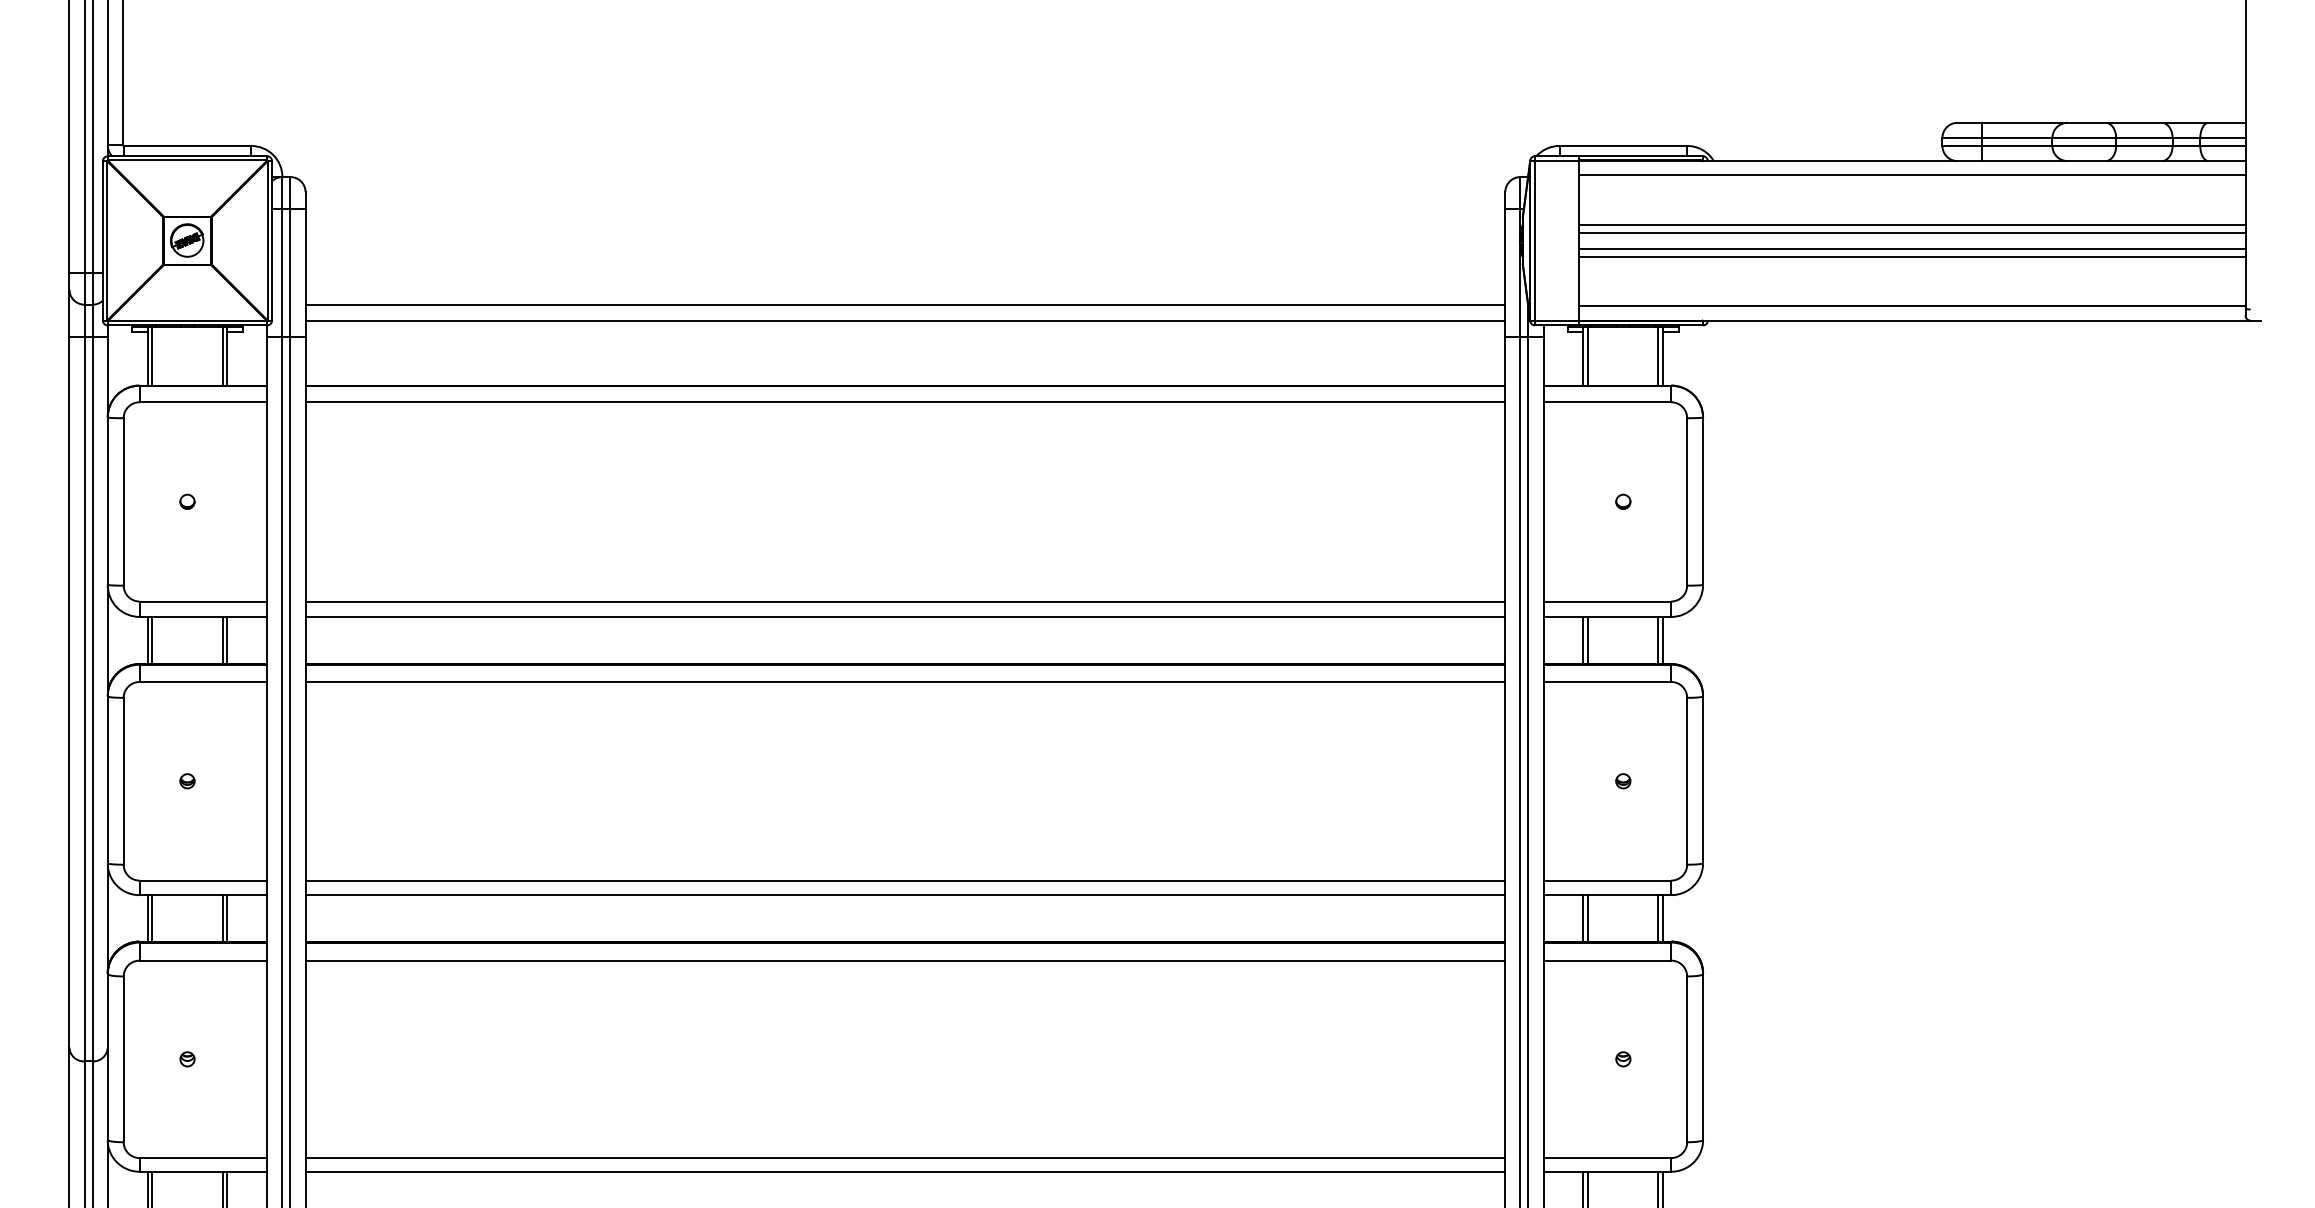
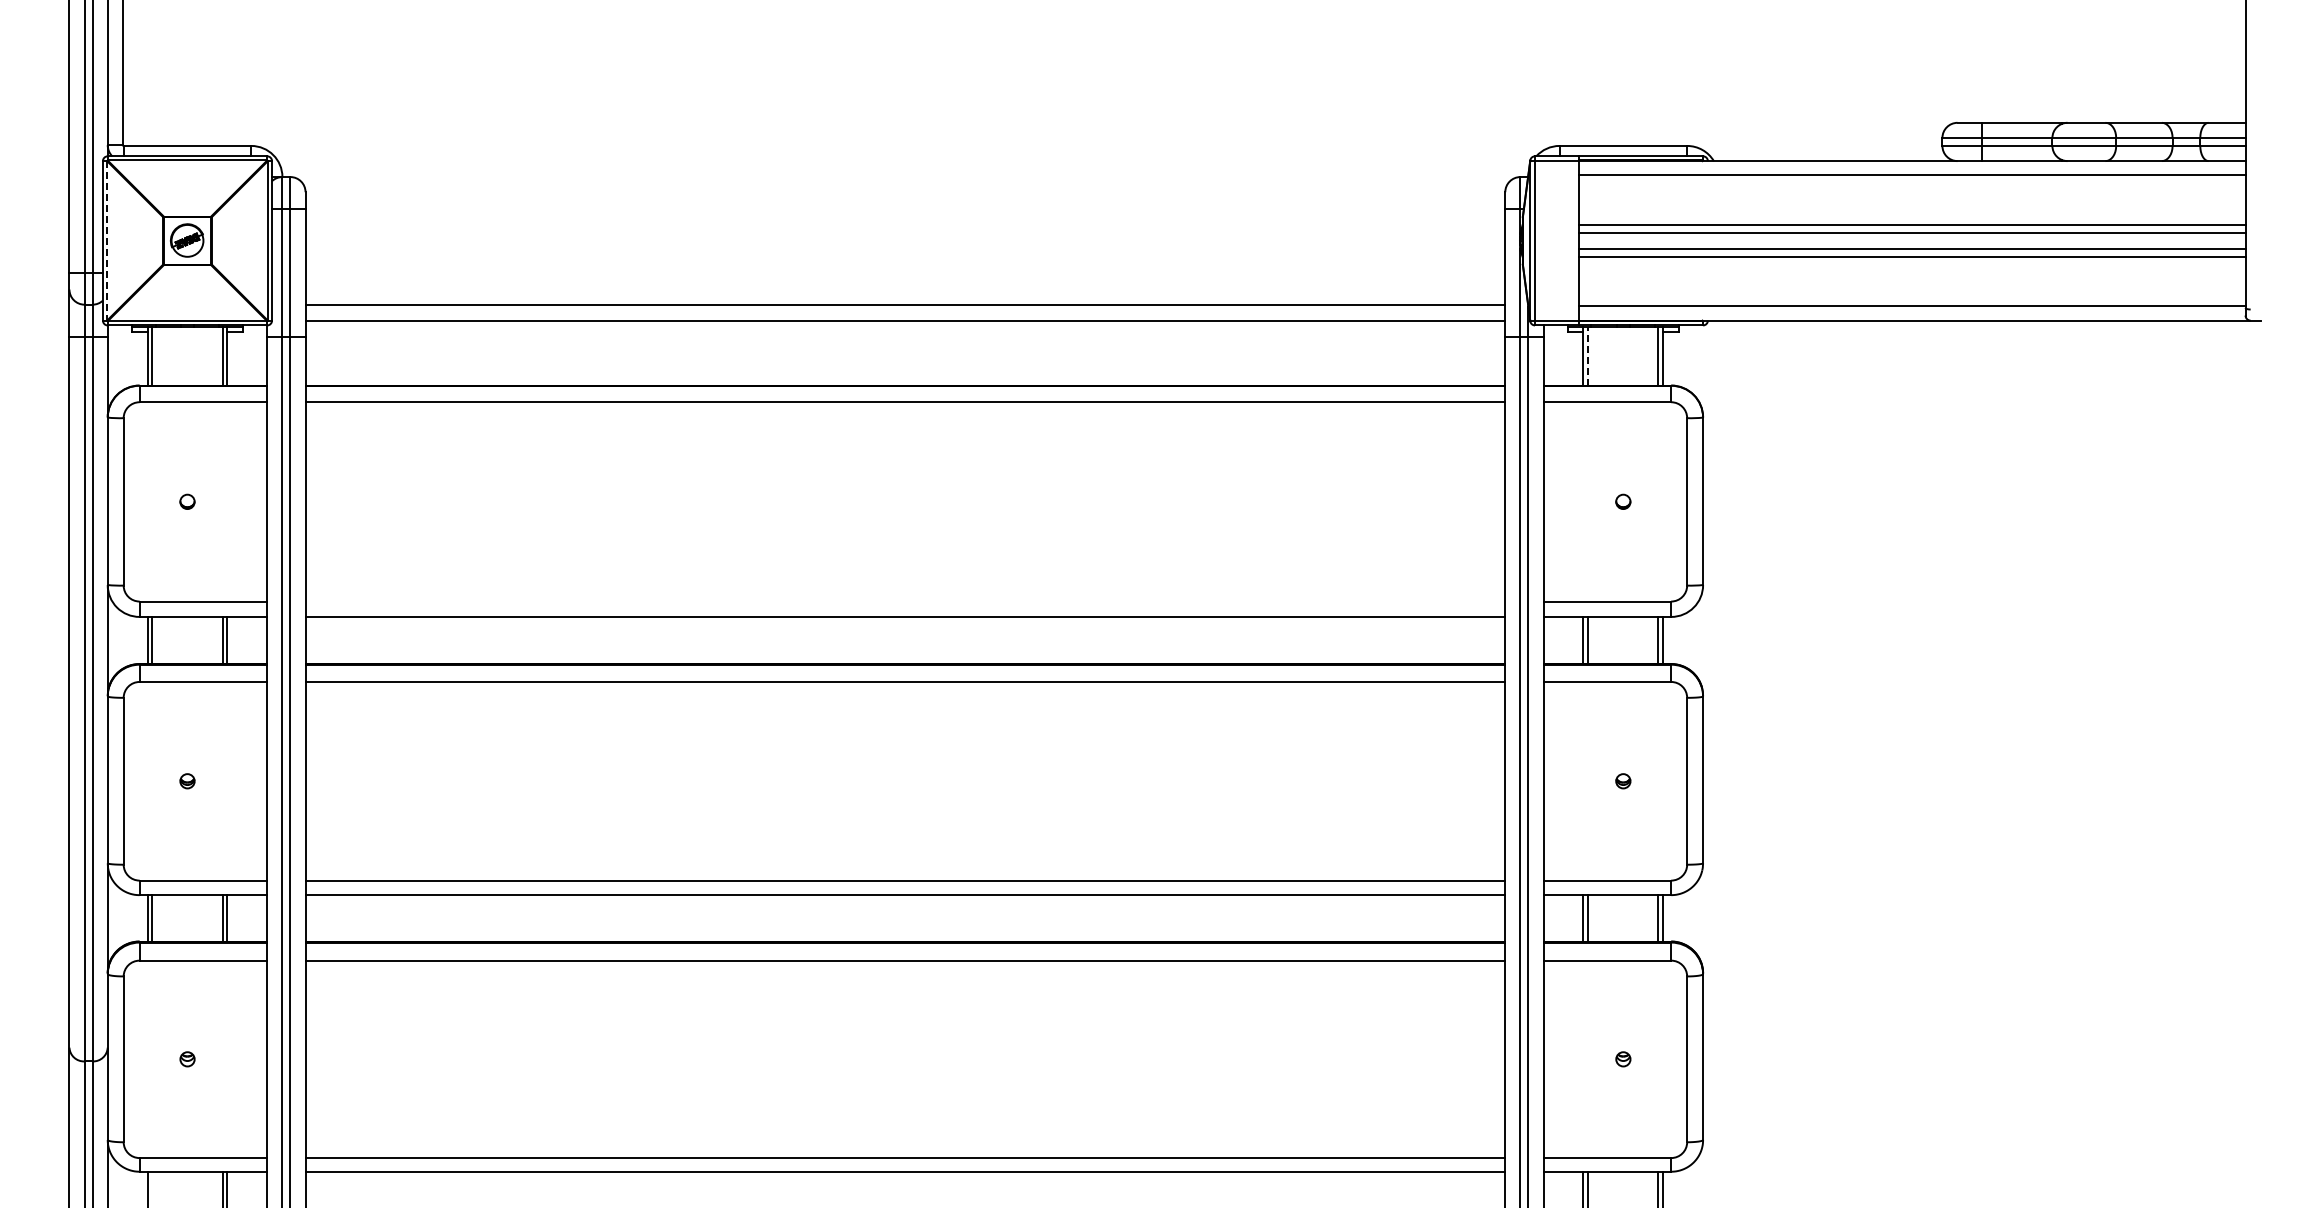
line at (107, 240): solid -> dashed
line at (1588, 355): solid -> dashed
line at (905, 601): present -> none
line at (152, 1187): present -> none
